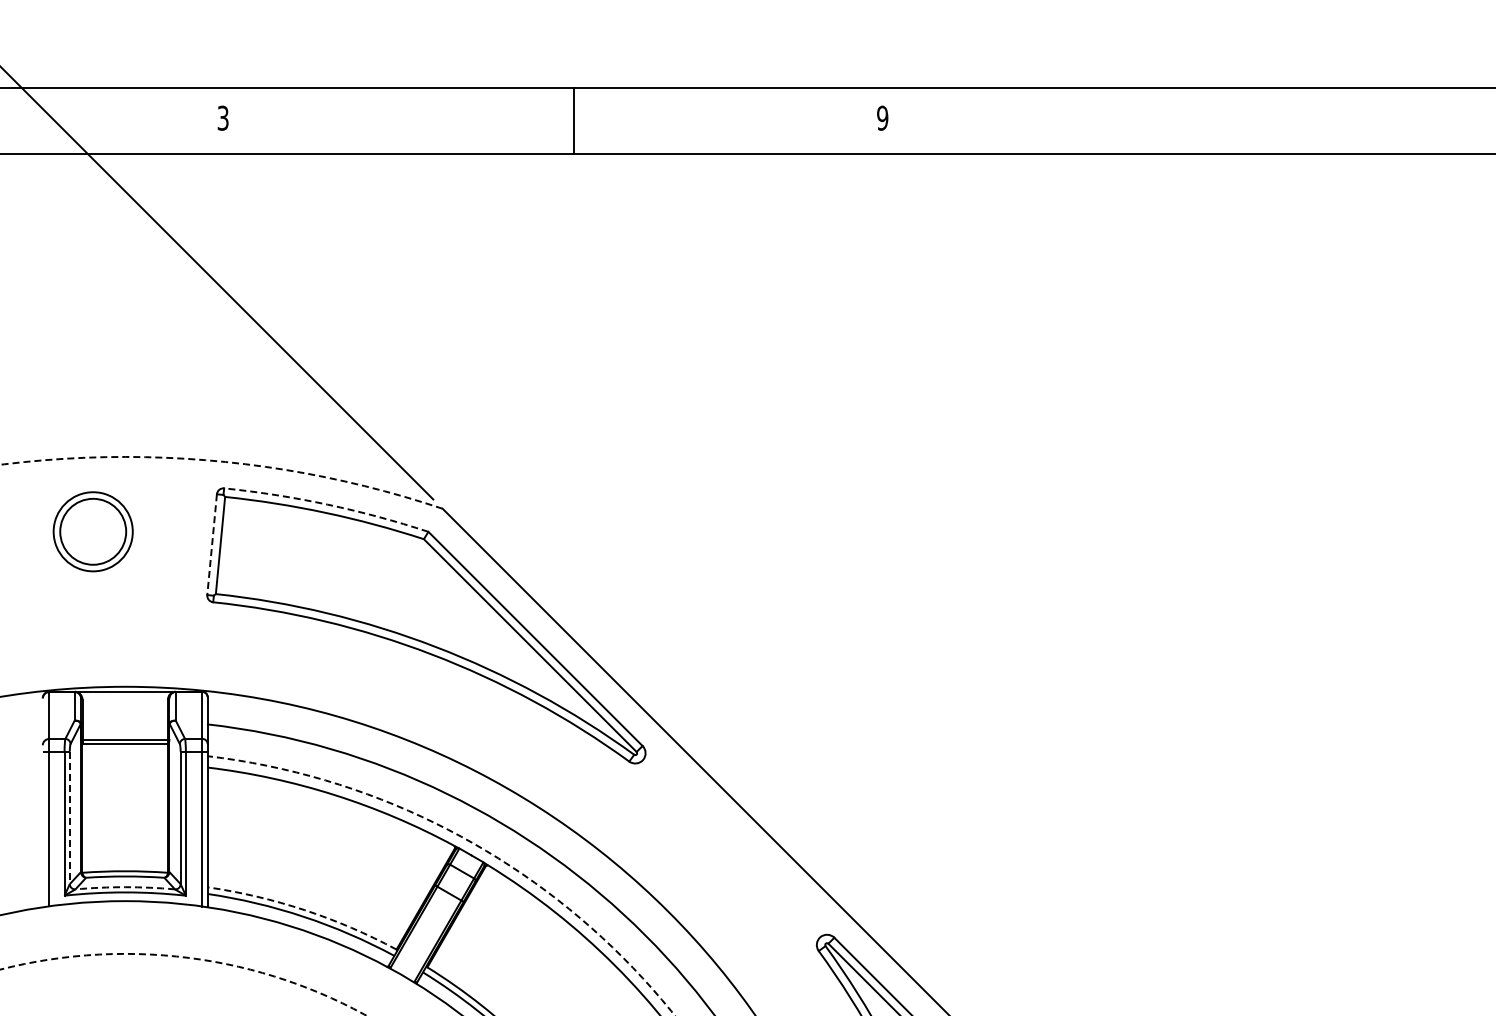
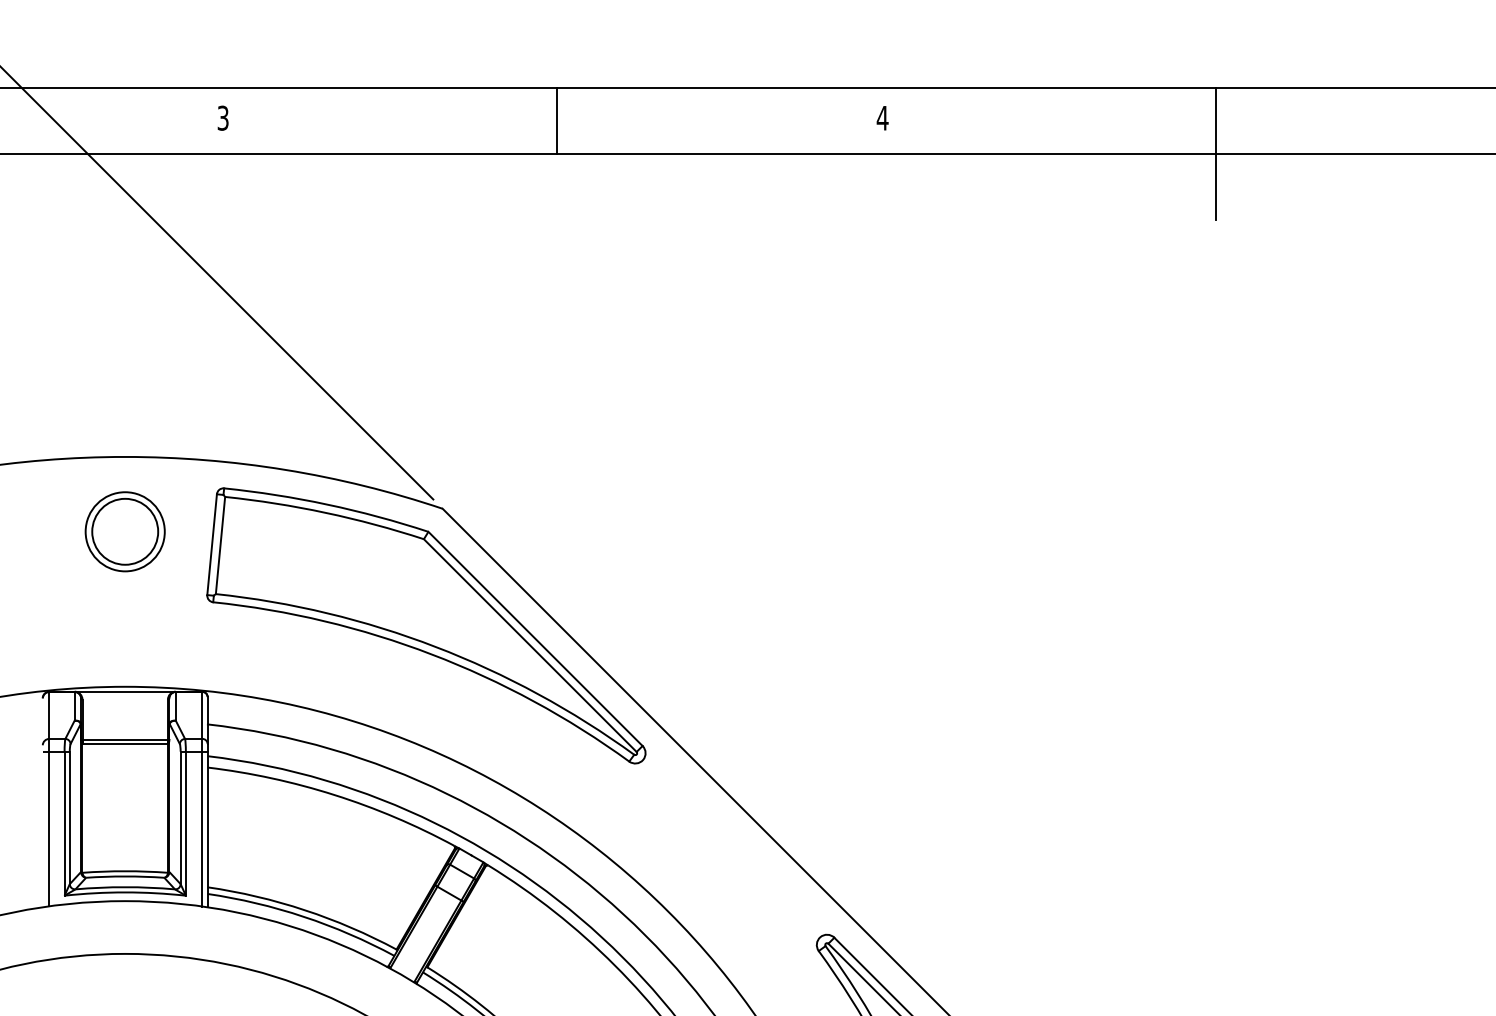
text at (882, 117): 9 -> 4
line at (573, 121) position: (573, 121) -> (556, 121)
line at (1216, 154): none -> present
arc at (223, 461): dashed -> solid
arc at (327, 504): dashed -> solid
part at (92, 531) position: (92, 531) -> (124, 531)
line at (212, 544): dashed -> solid
line at (69, 818): dashed -> solid
arc at (465, 838): dashed -> solid
arc at (125, 887): dashed -> solid
arc at (304, 910): dashed -> solid
circle at (183, 984): dashed -> solid
